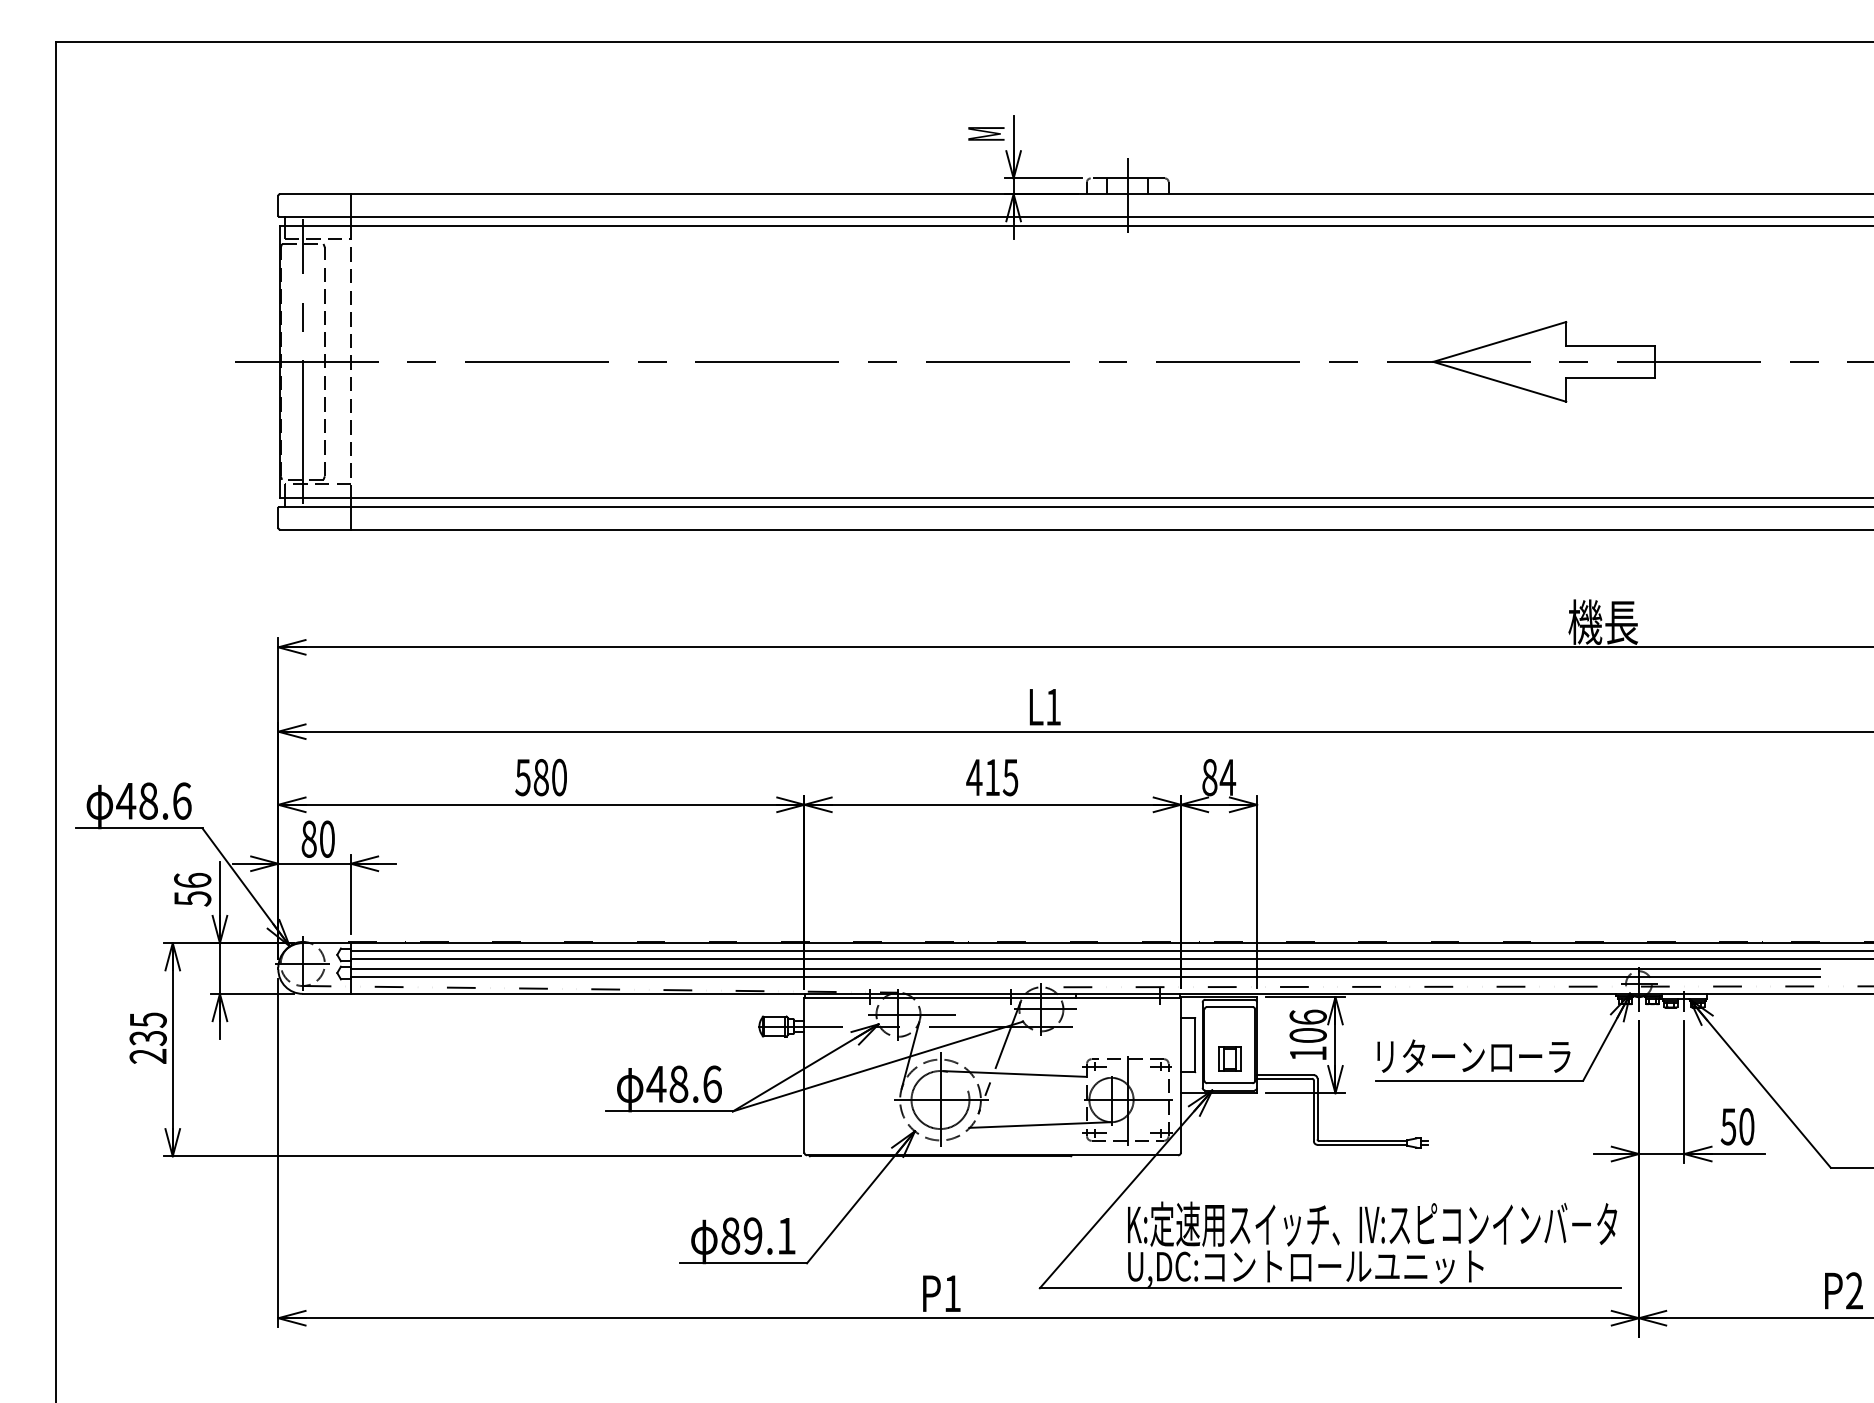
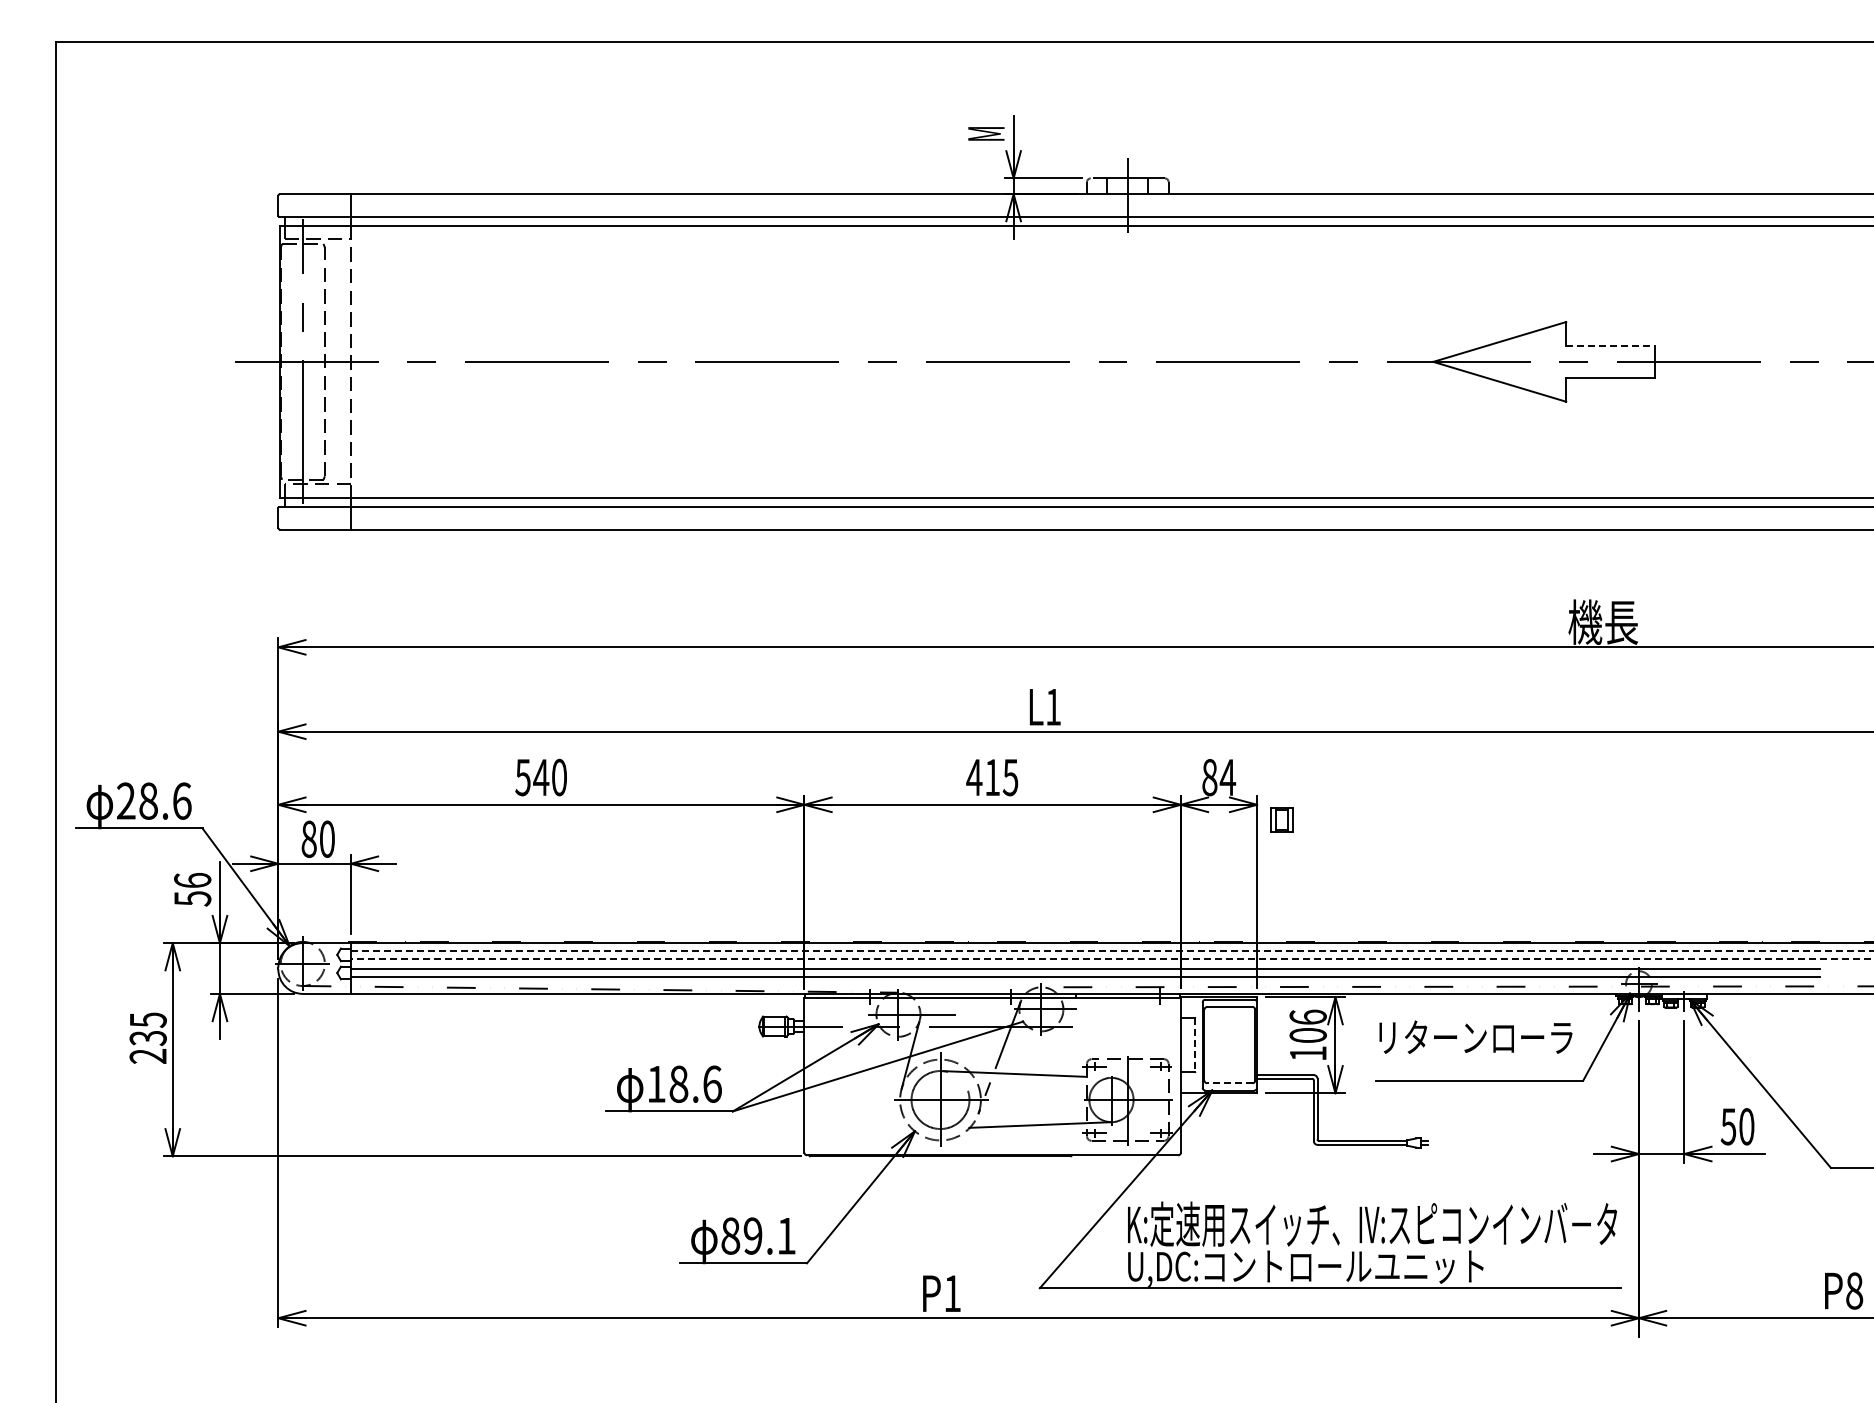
line at (1611, 345): solid -> dashed
text at (541, 777): 580 -> 540
text at (126, 800): 48.6 -> 28.6
line at (1112, 951): solid -> dashed
line at (1111, 958): solid -> dashed
line at (1195, 1045): solid -> dashed
text at (1473, 1055) position: (1473, 1055) -> (1475, 1036)
part at (1229, 1058) position: (1229, 1058) -> (1281, 819)
line at (1229, 1083): solid -> dashed
text at (656, 1084): 48.6 -> 18.6
text at (1854, 1290): P2 -> P8
